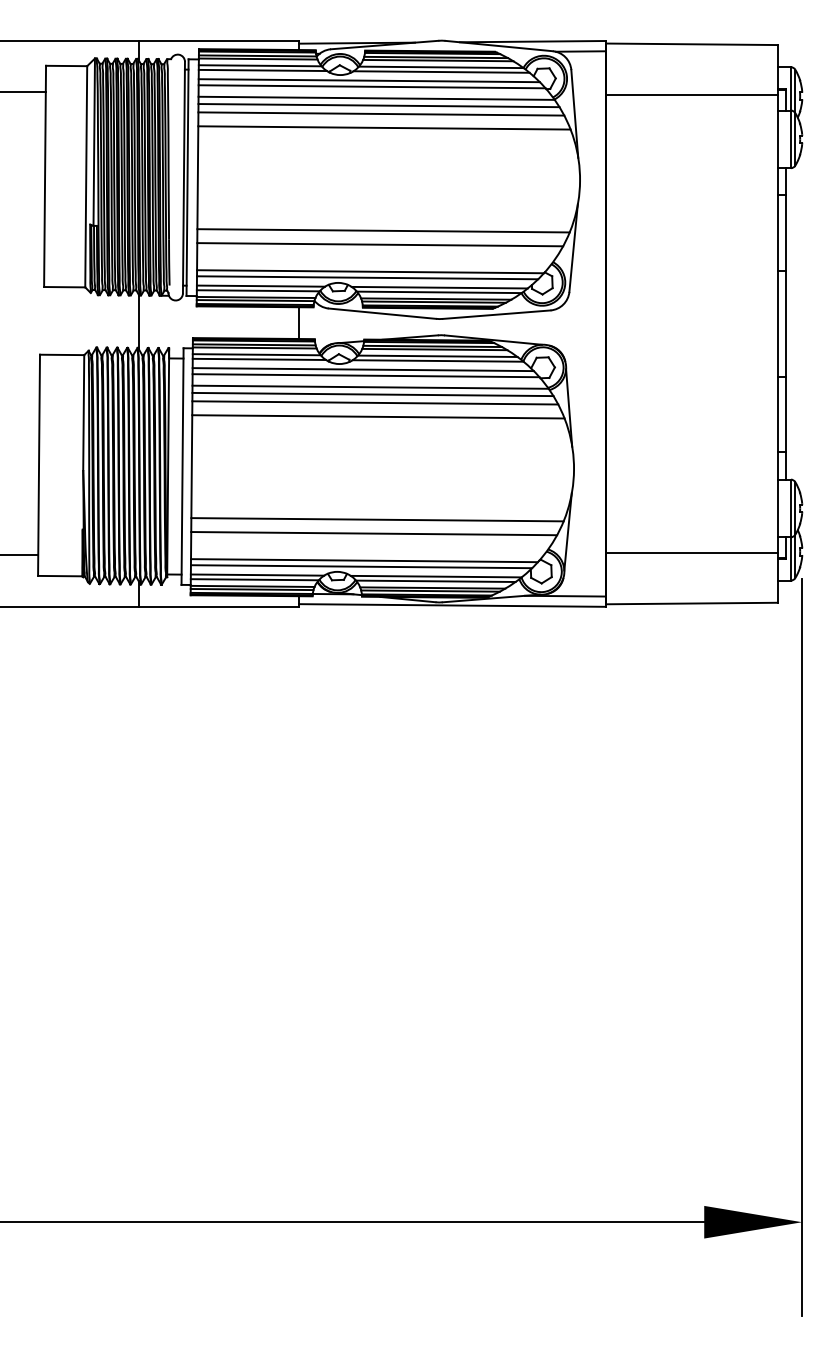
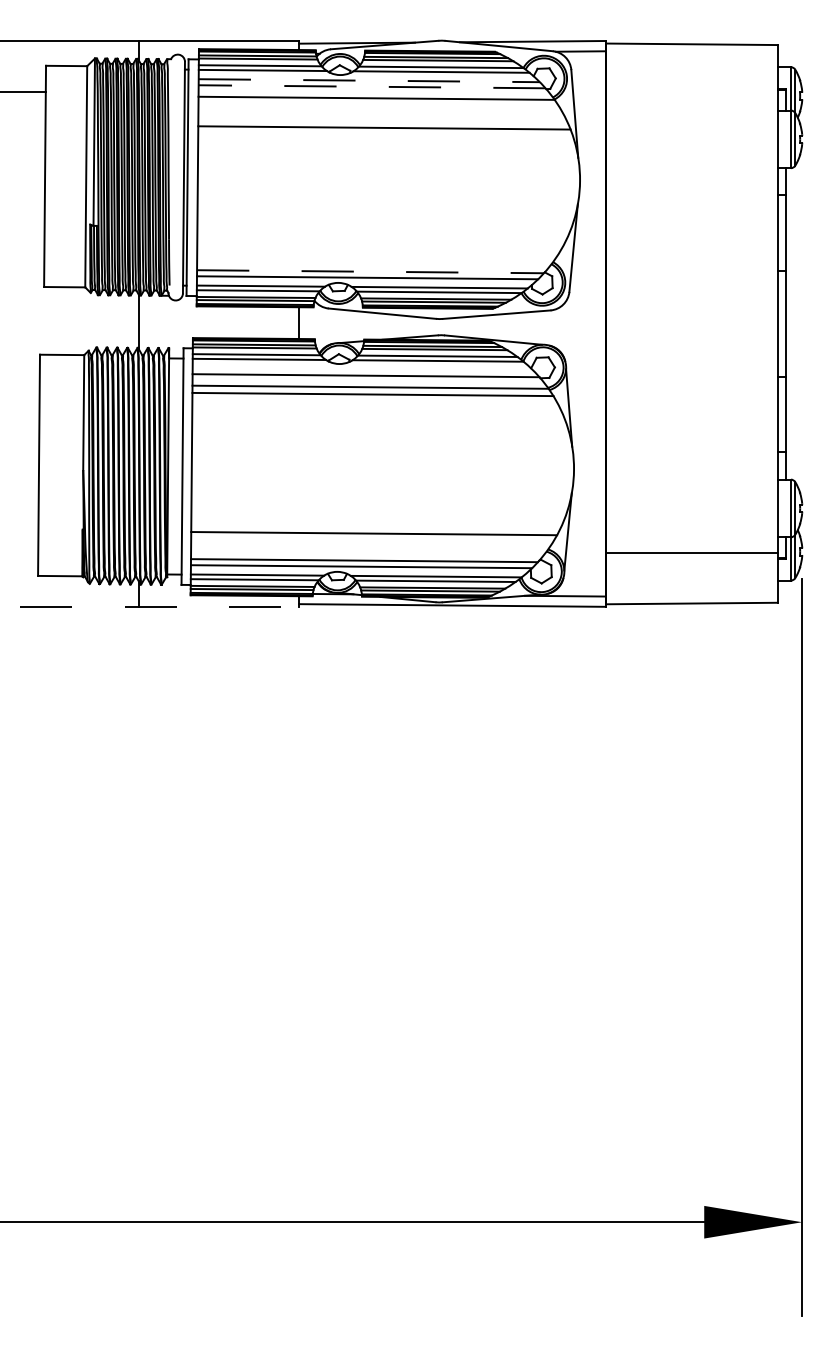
line at (369, 80): solid -> dashed
line at (371, 86): solid -> dashed
line at (691, 94): present -> none
line at (378, 105): present -> none
line at (381, 113): present -> none
line at (383, 230): present -> none
line at (380, 244): present -> none
line at (371, 271): solid -> dashed
line at (362, 369): present -> none
line at (375, 402): present -> none
line at (378, 416): present -> none
line at (377, 519): present -> none
line at (20, 555): present -> none
line at (150, 606): solid -> dashed
